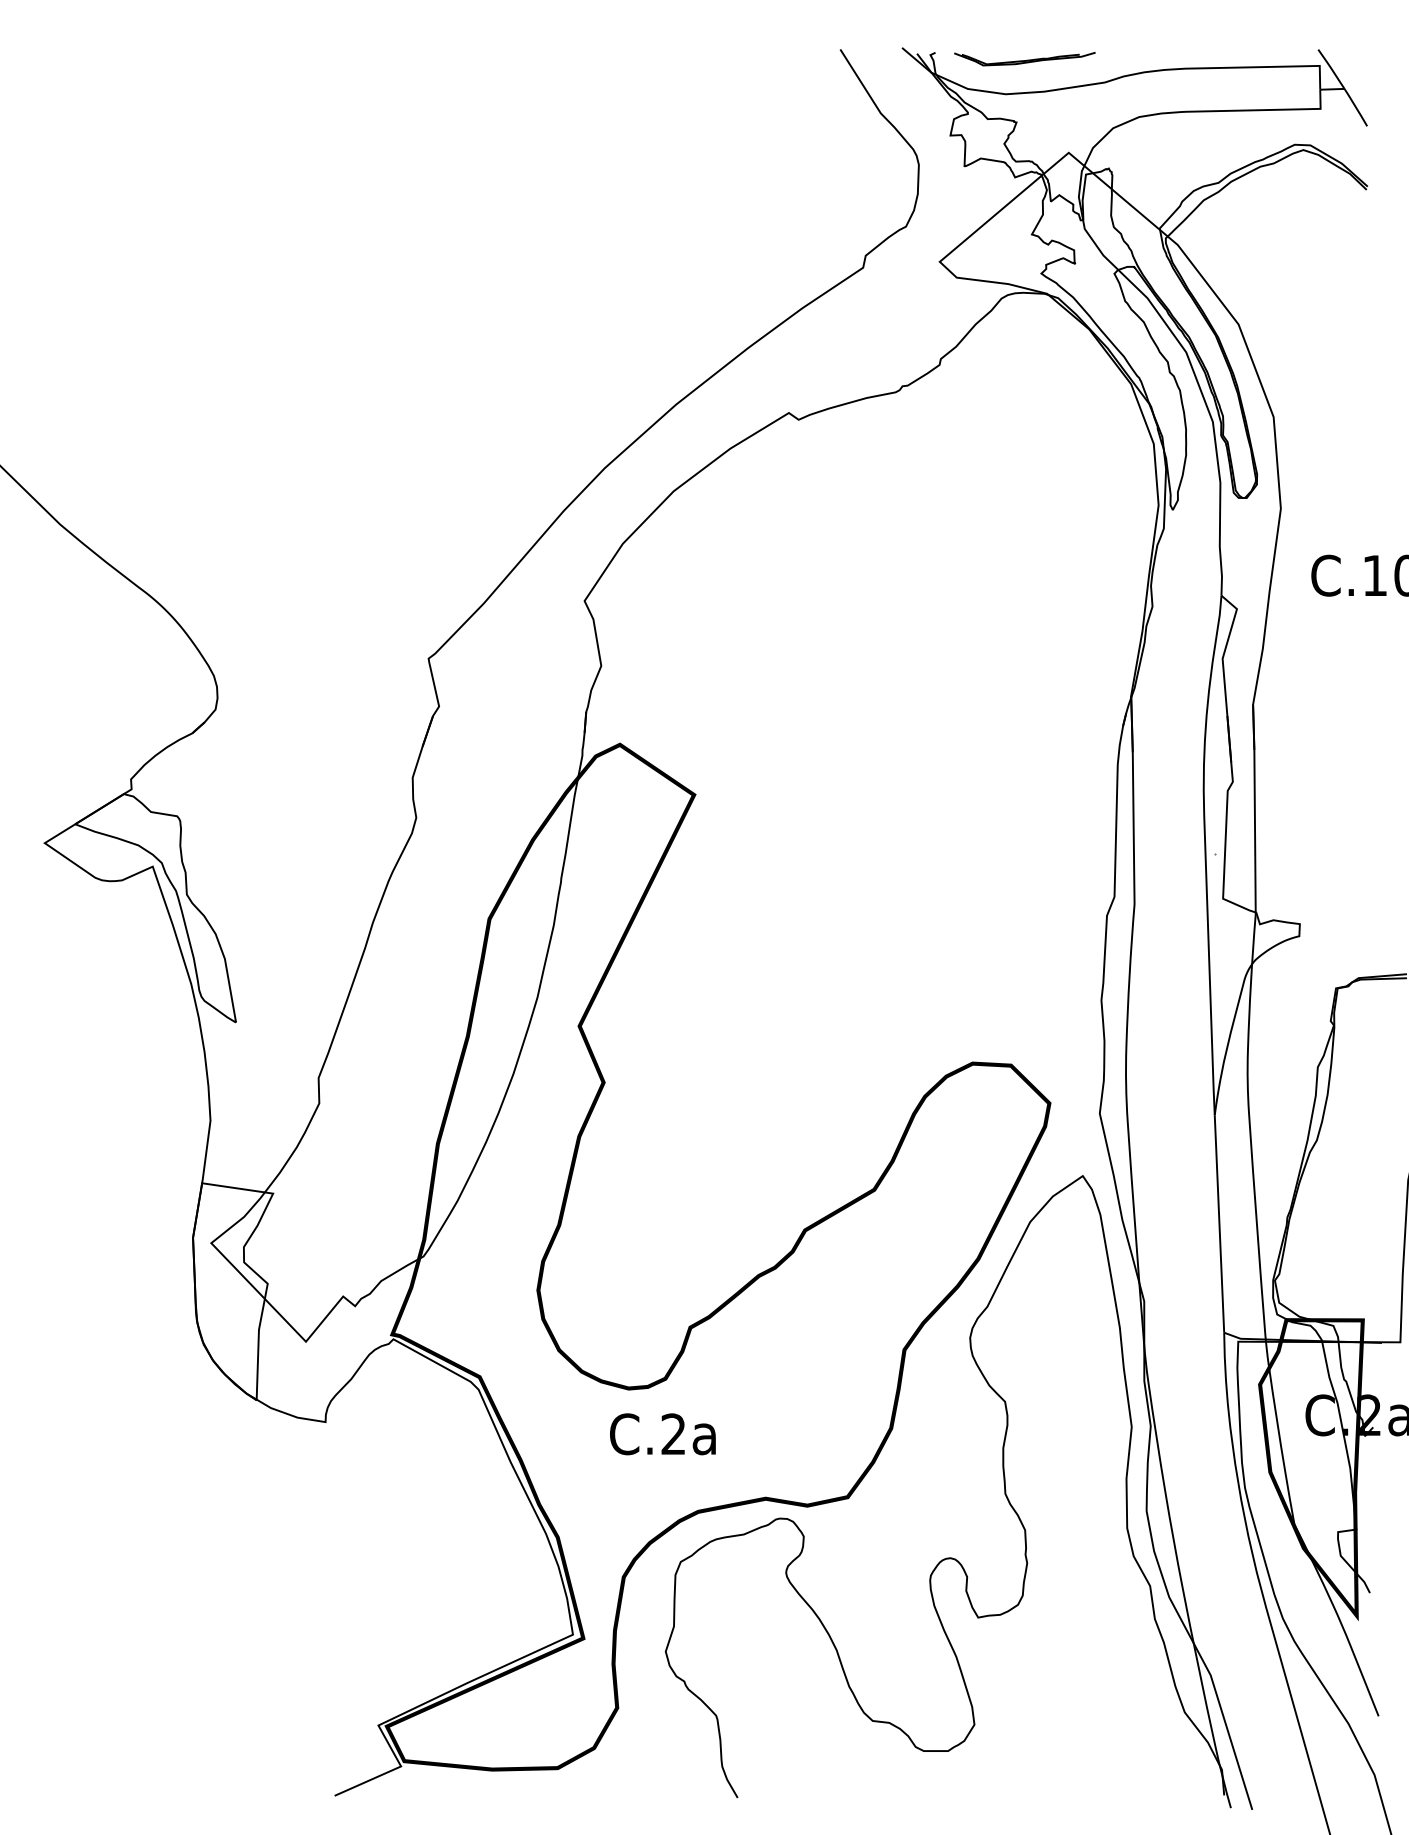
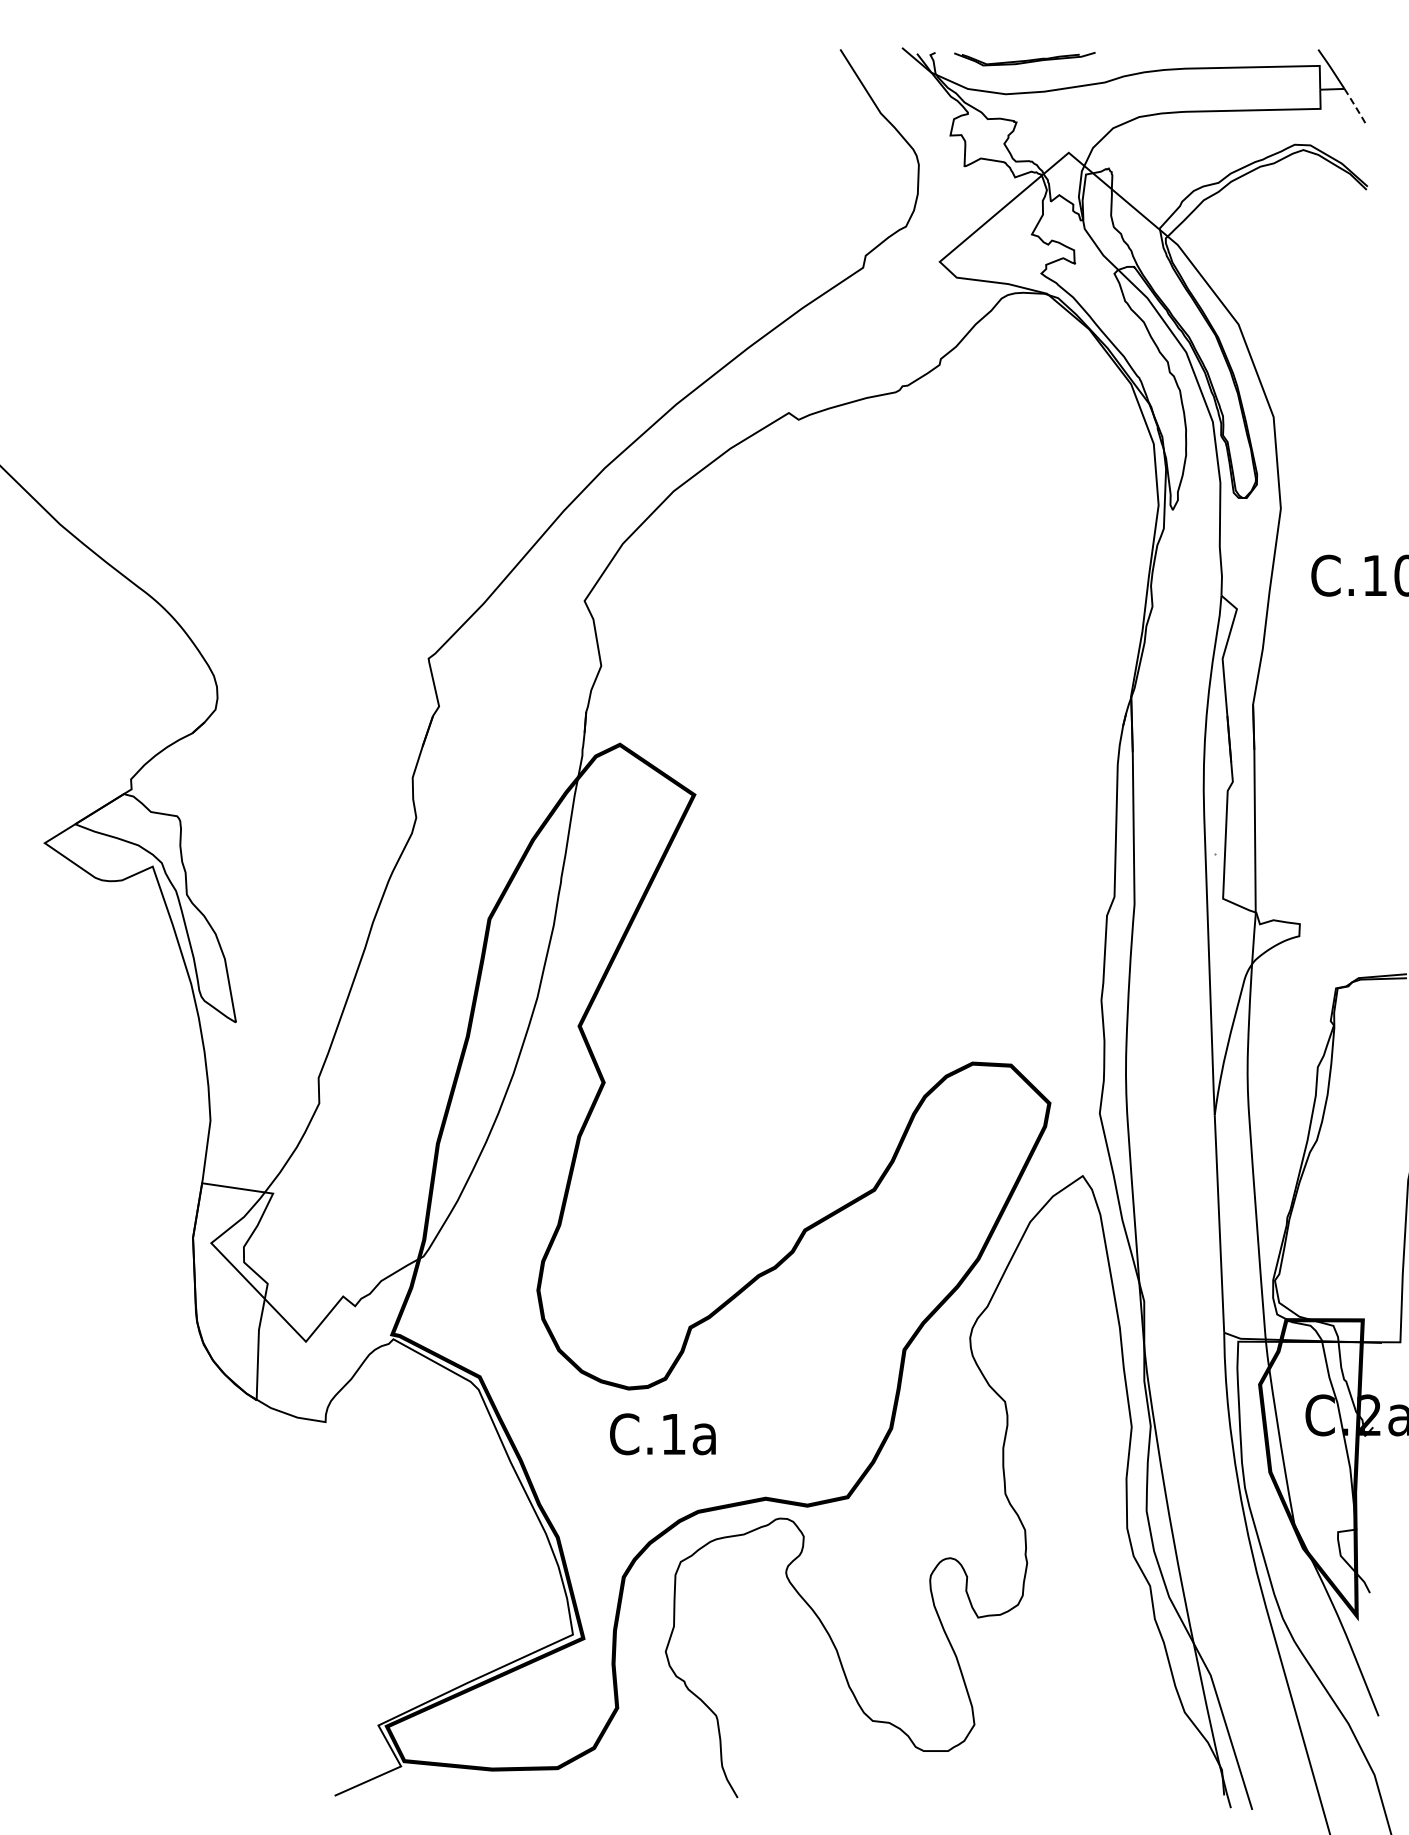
line at (1356, 107): solid -> dashed
text at (673, 1433): C.2a -> C.1a
